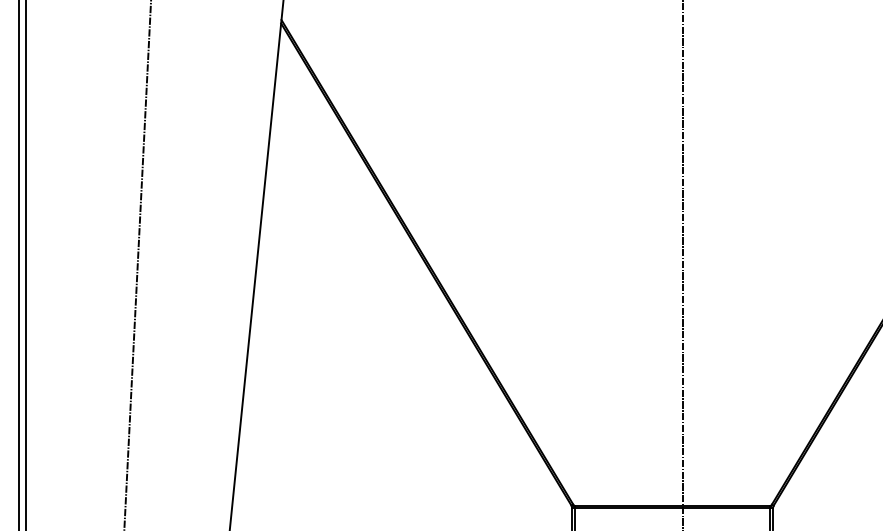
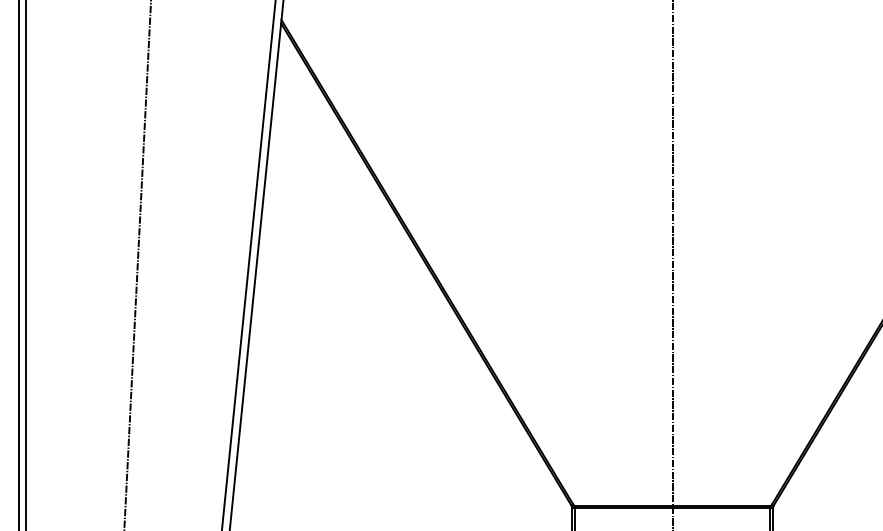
line at (248, 264): none -> present
line at (682, 264) position: (682, 264) -> (672, 264)
